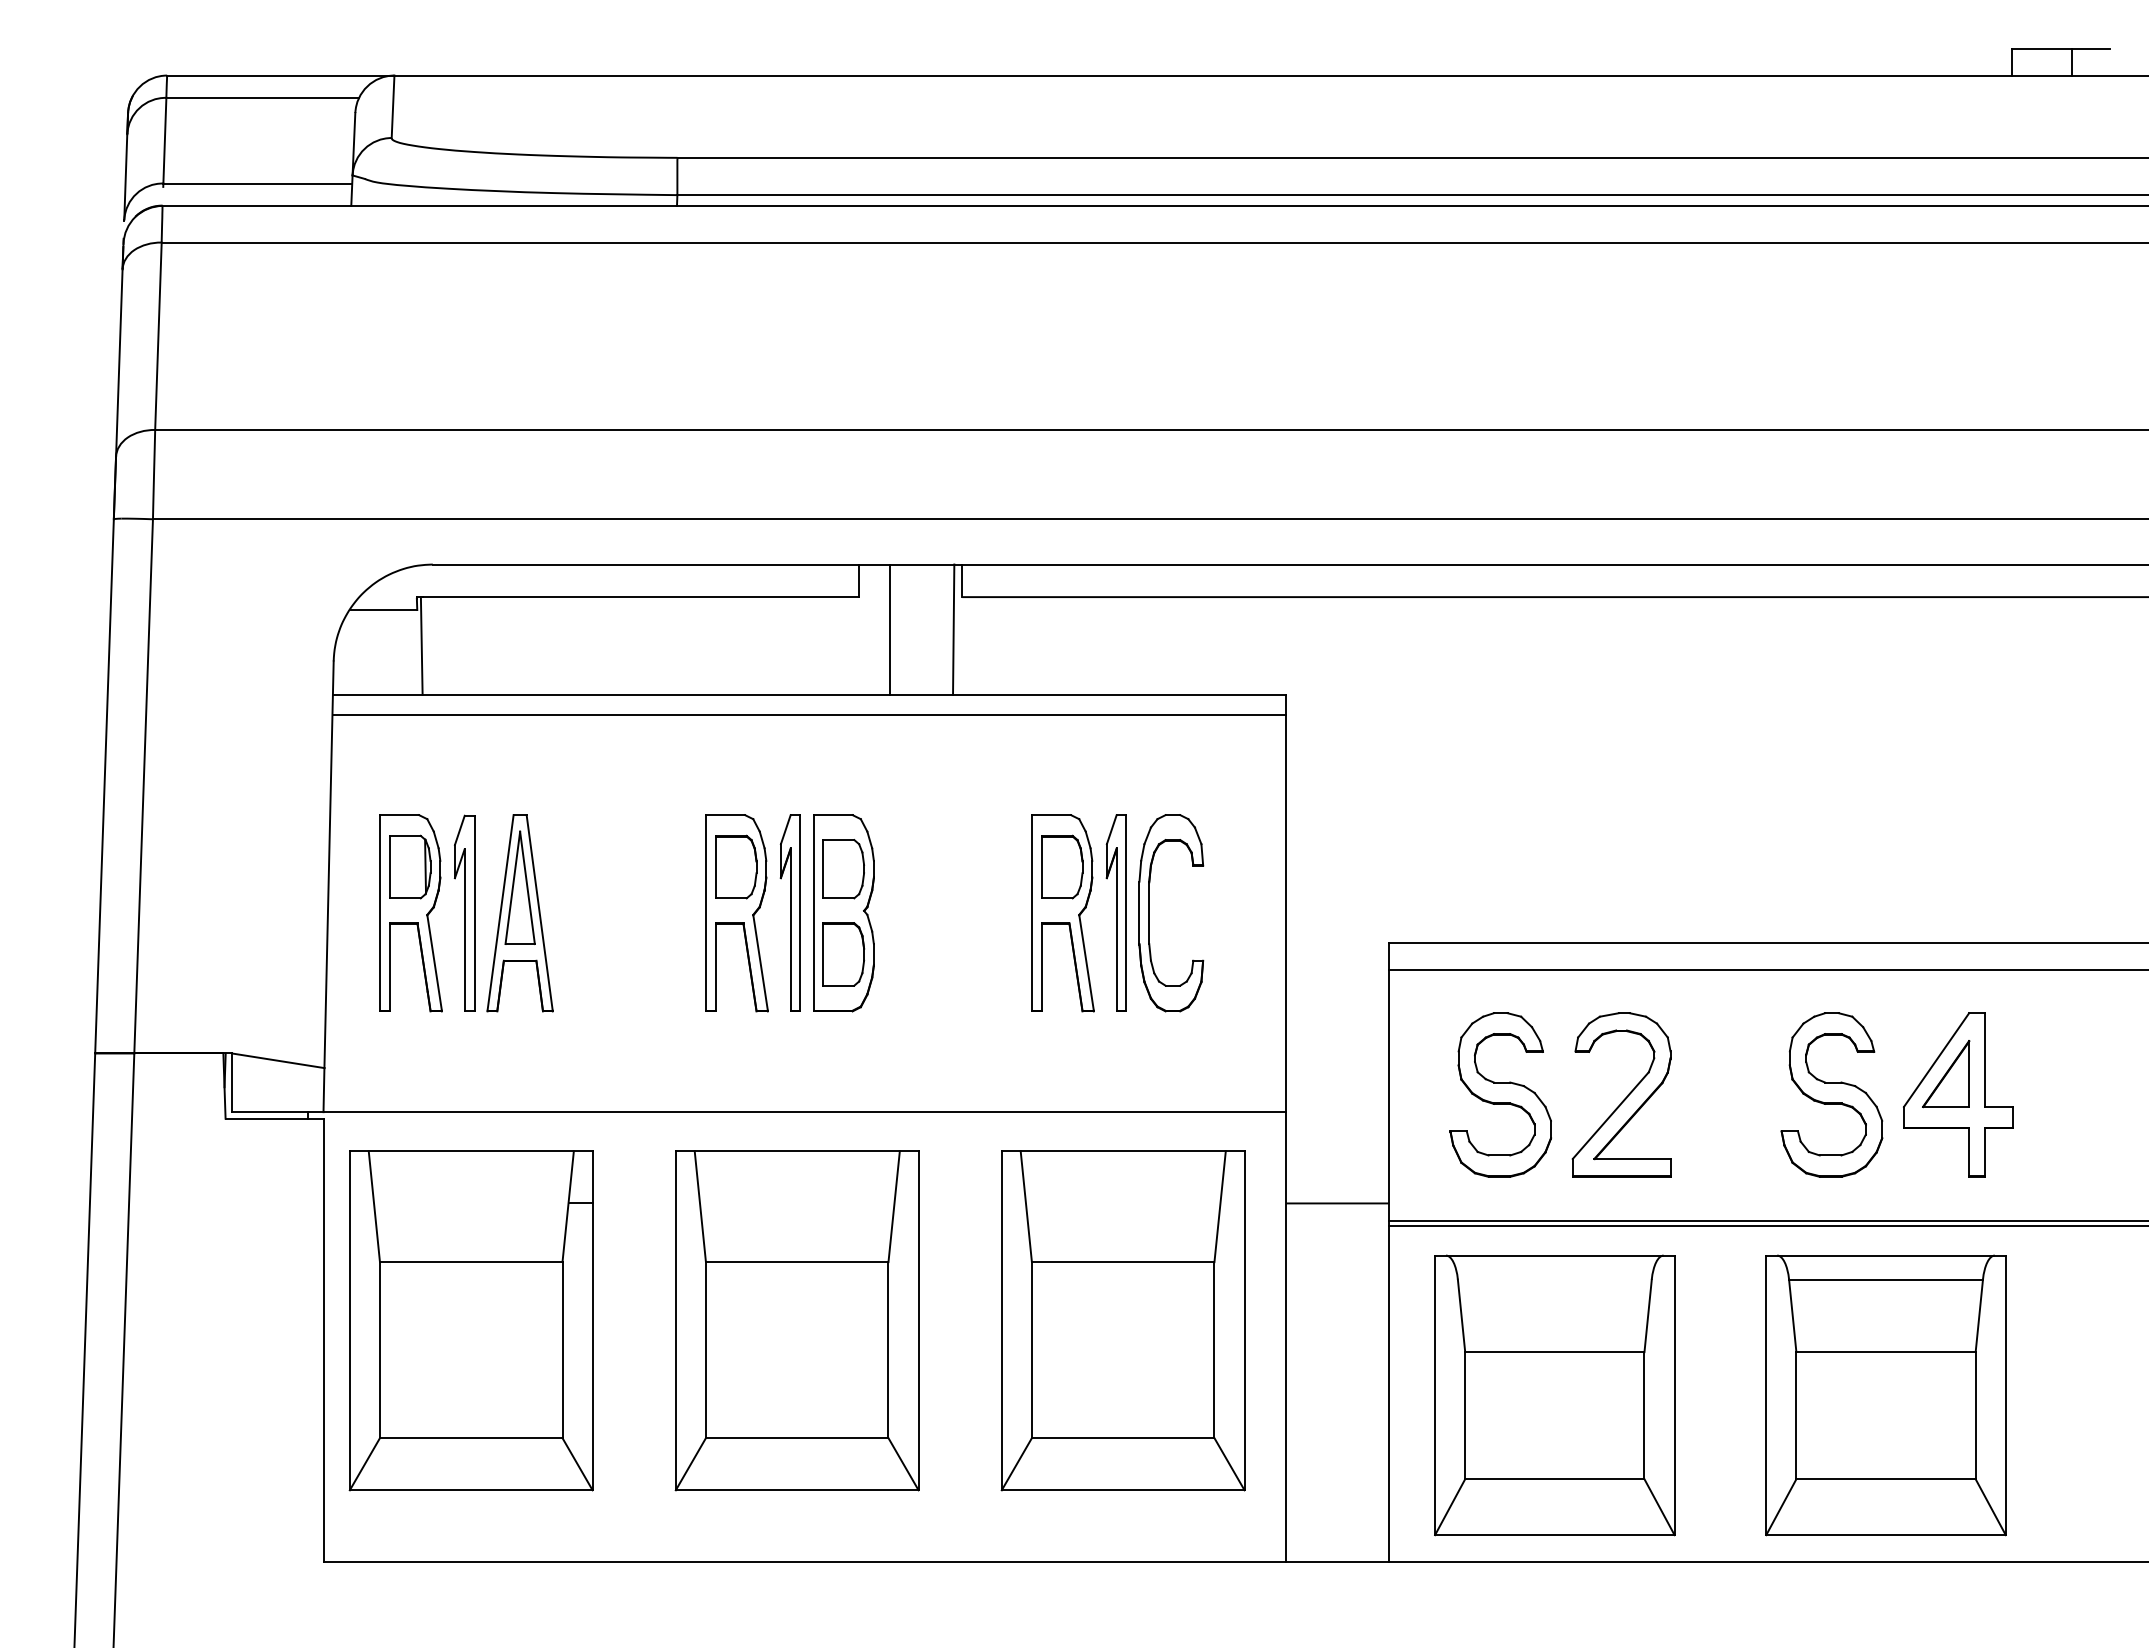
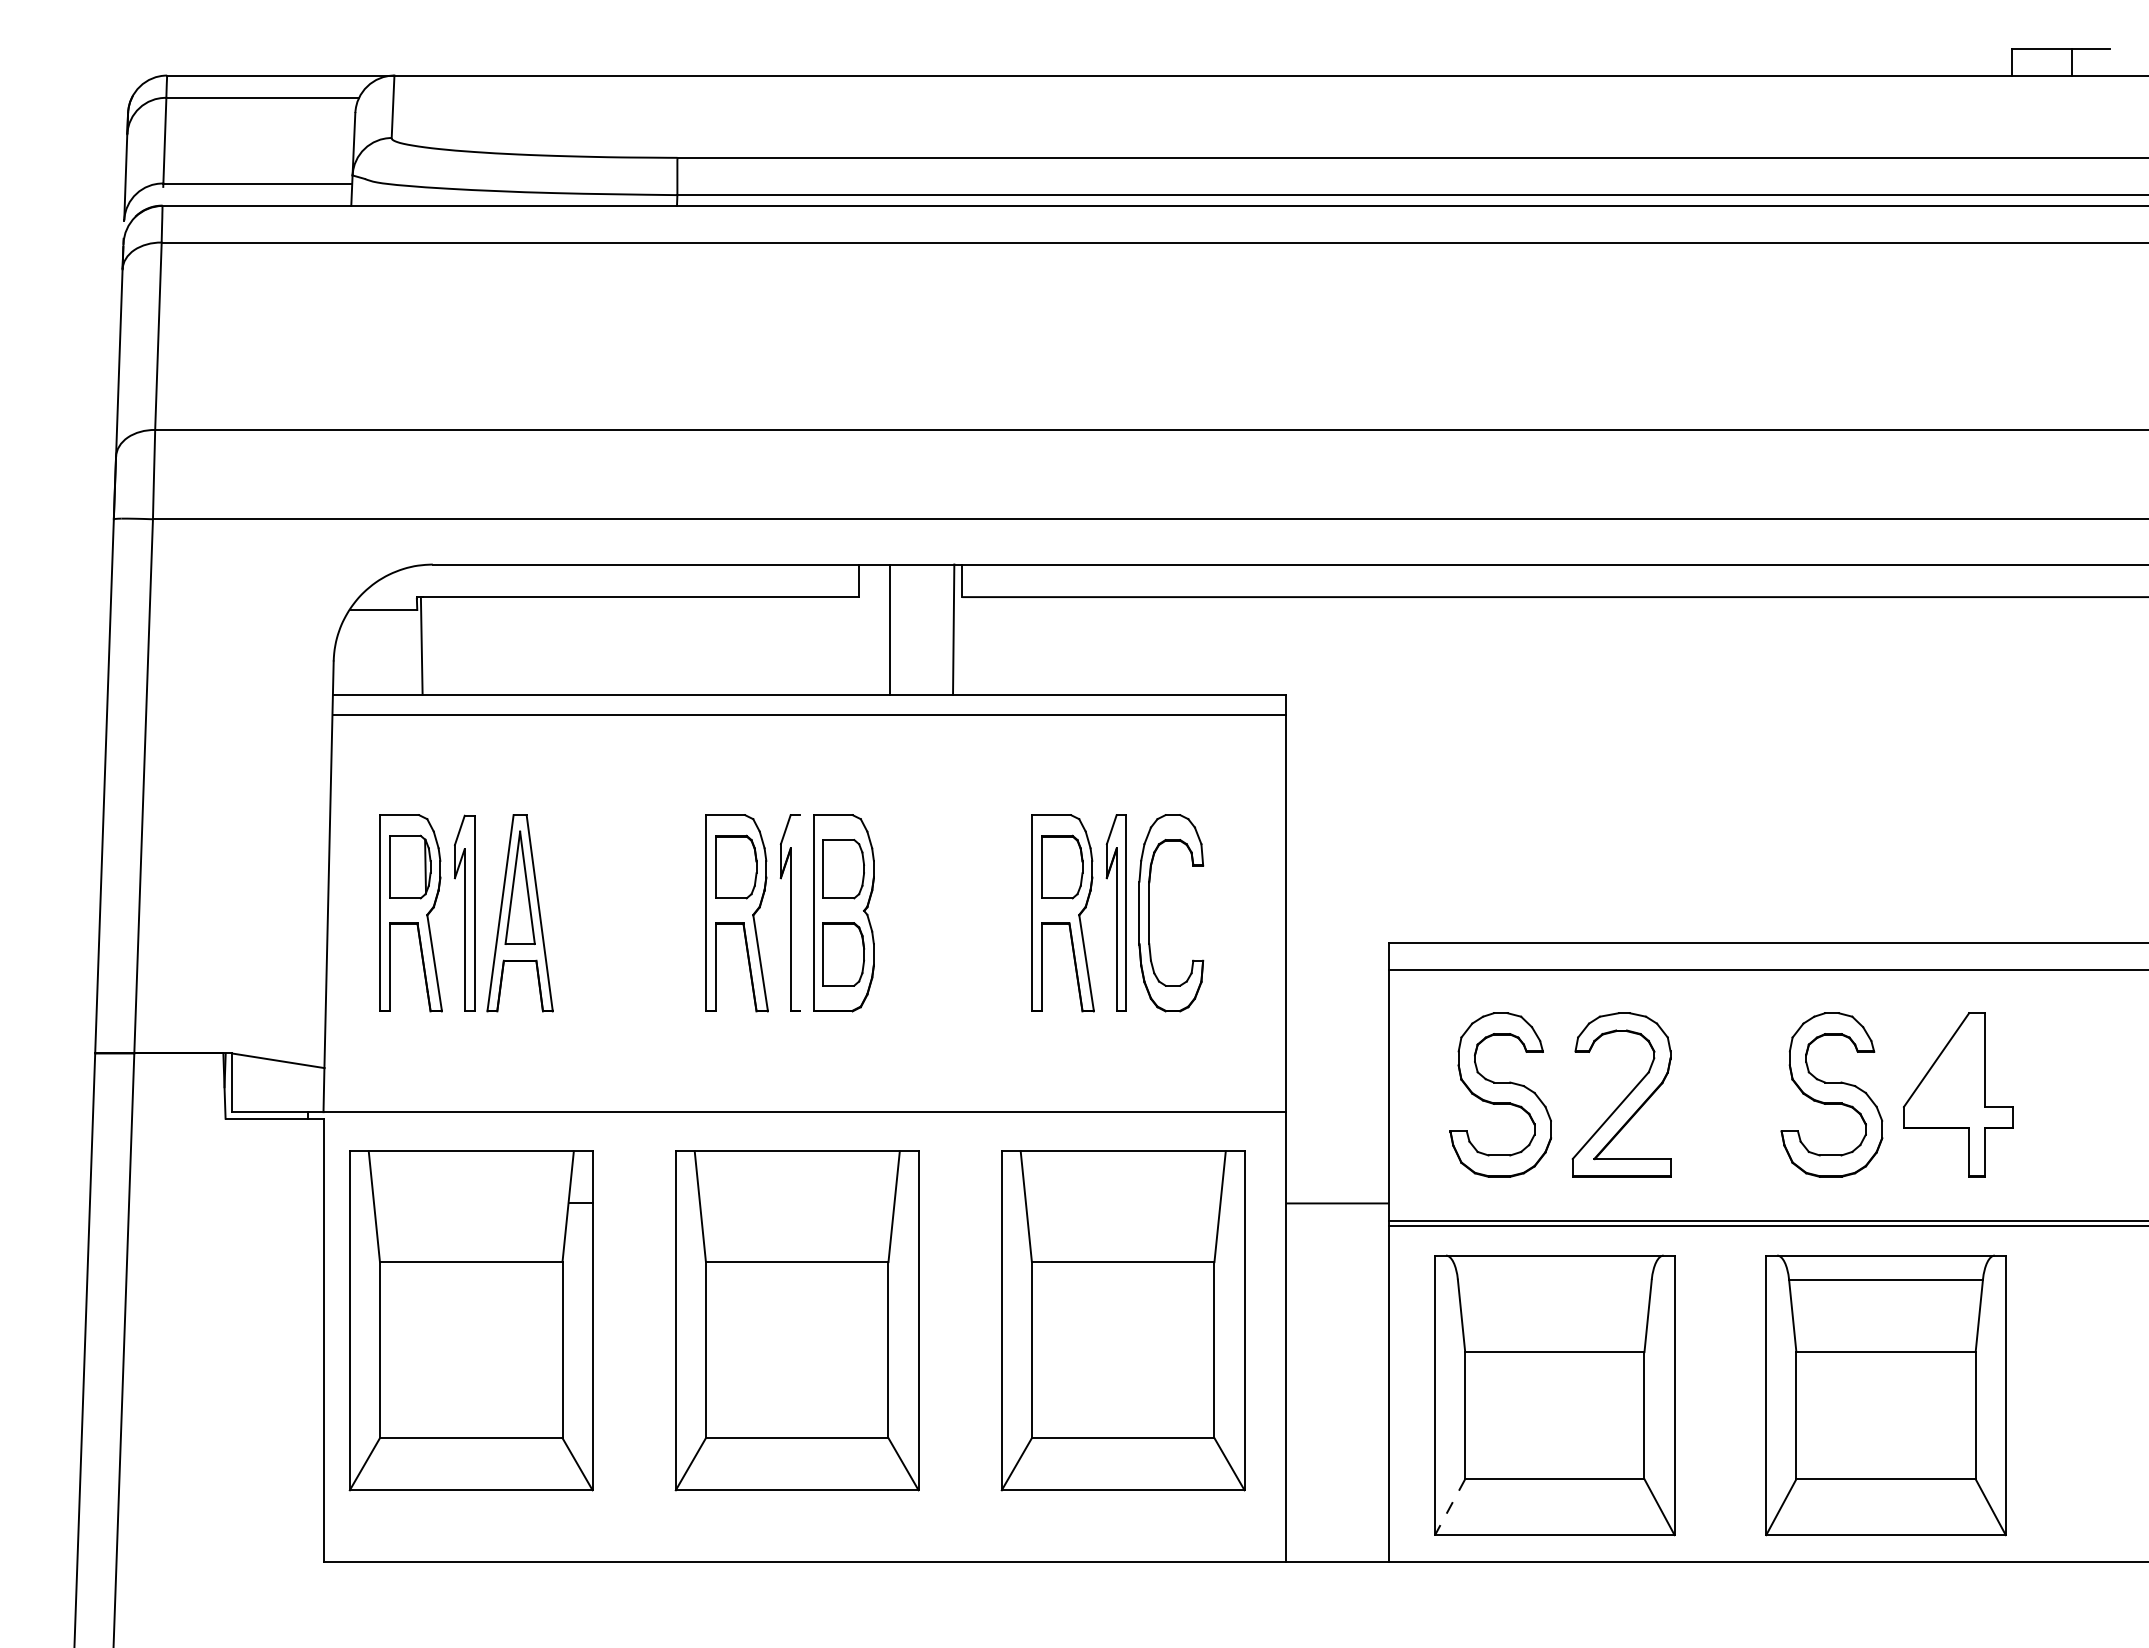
line at (800, 912): present -> none
part at (1946, 1074): present -> none
line at (1450, 1507): solid -> dashed
